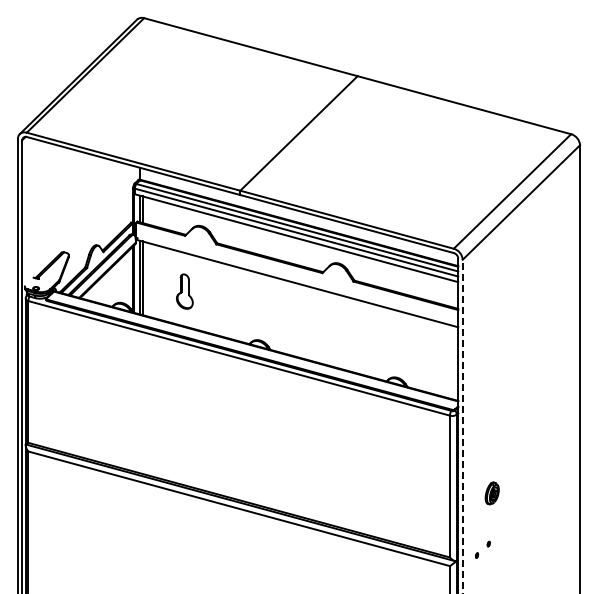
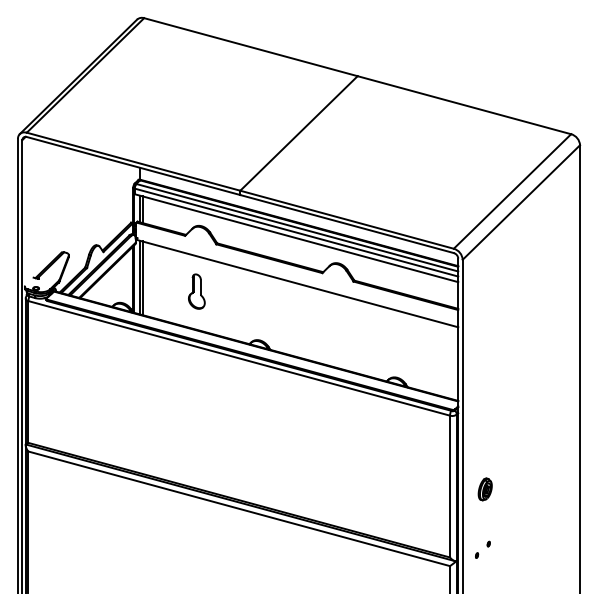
part at (184, 291) position: (184, 291) -> (196, 291)
line at (462, 426): dashed -> solid
part at (491, 493) position: (491, 493) -> (484, 489)
